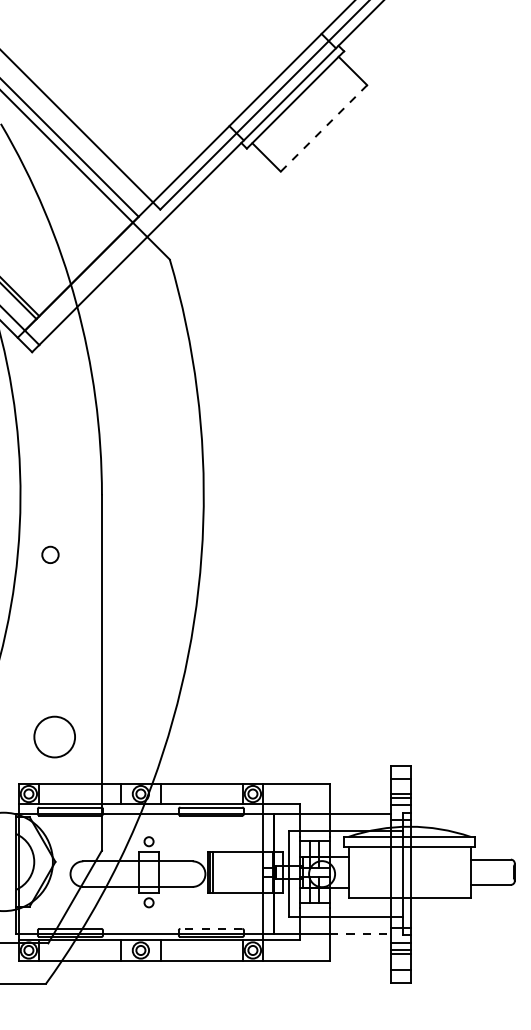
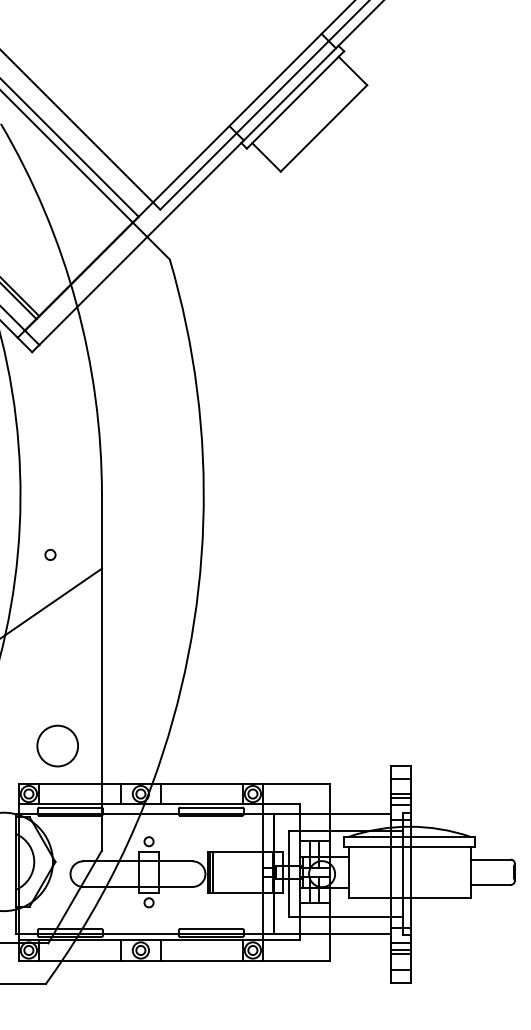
line at (323, 128): dashed -> solid
circle at (50, 554) size: 19x19 px -> 13x12 px
line at (51, 602): none -> present
circle at (54, 736) position: (54, 736) -> (57, 745)
line at (211, 928): dashed -> solid
line at (360, 934): dashed -> solid
